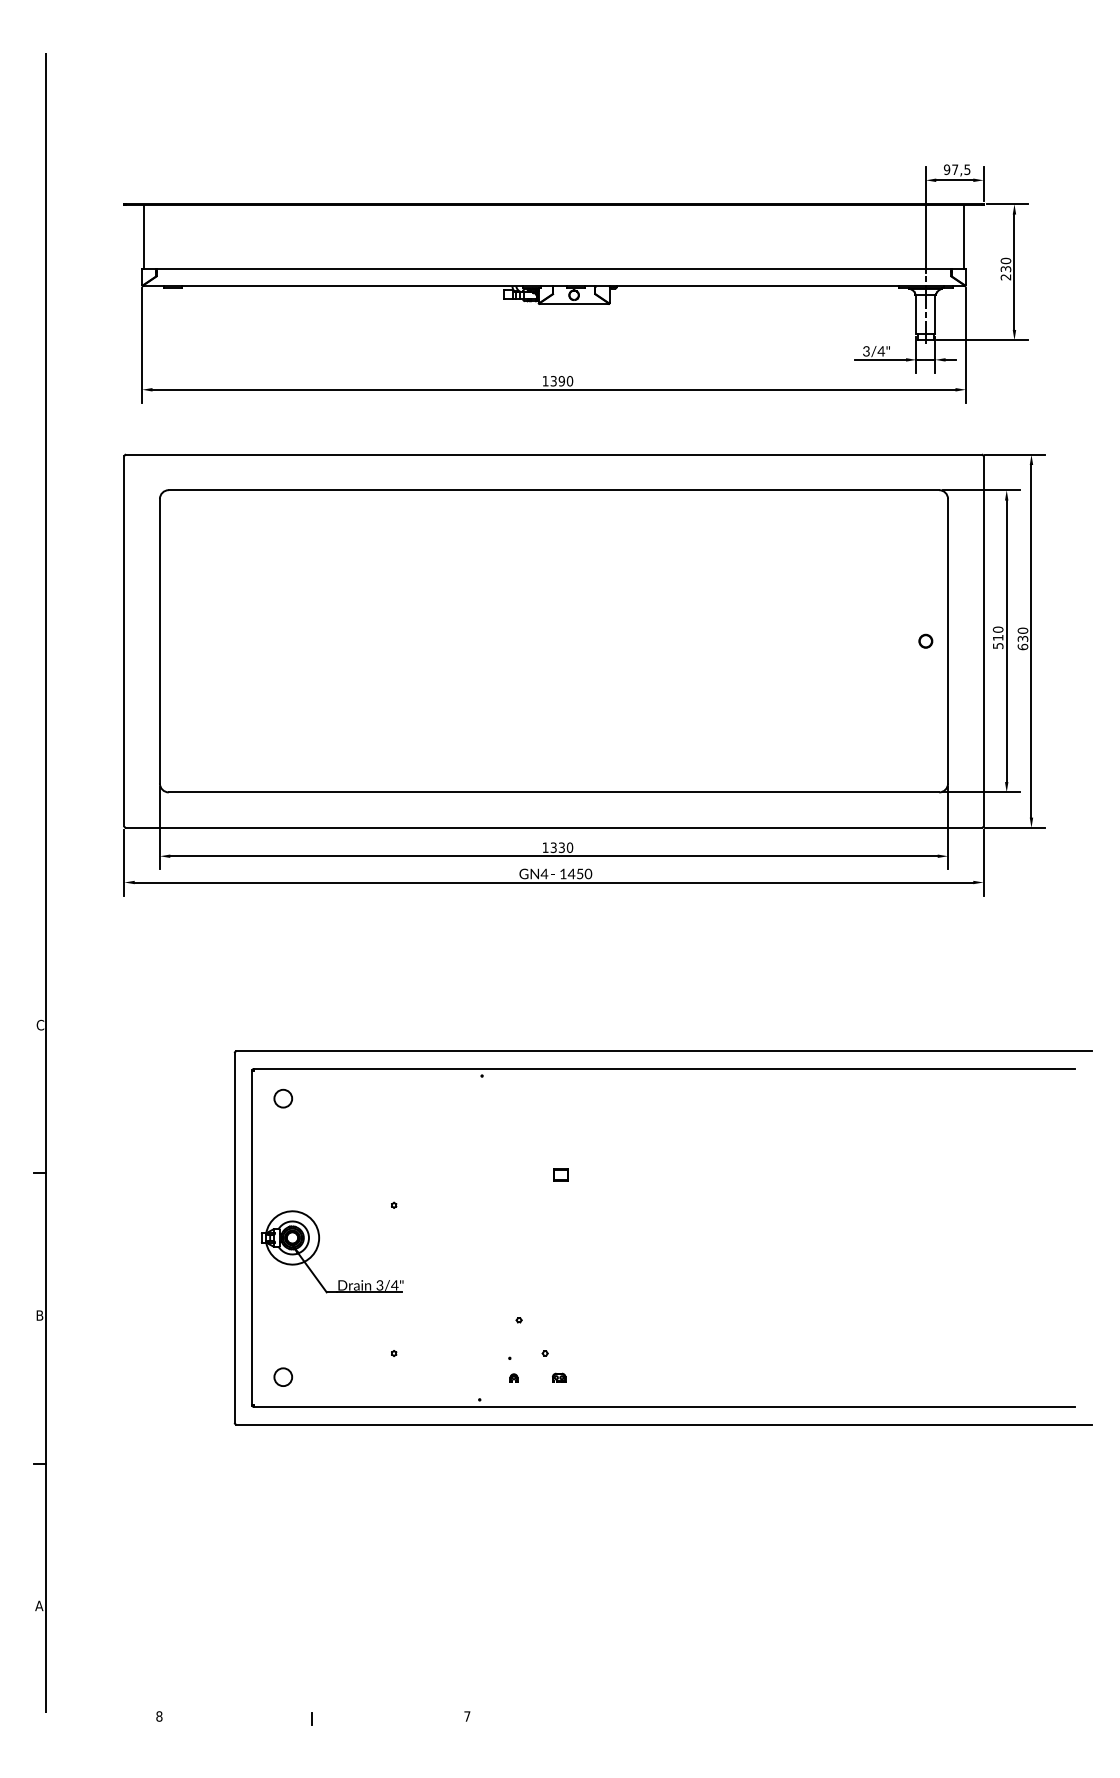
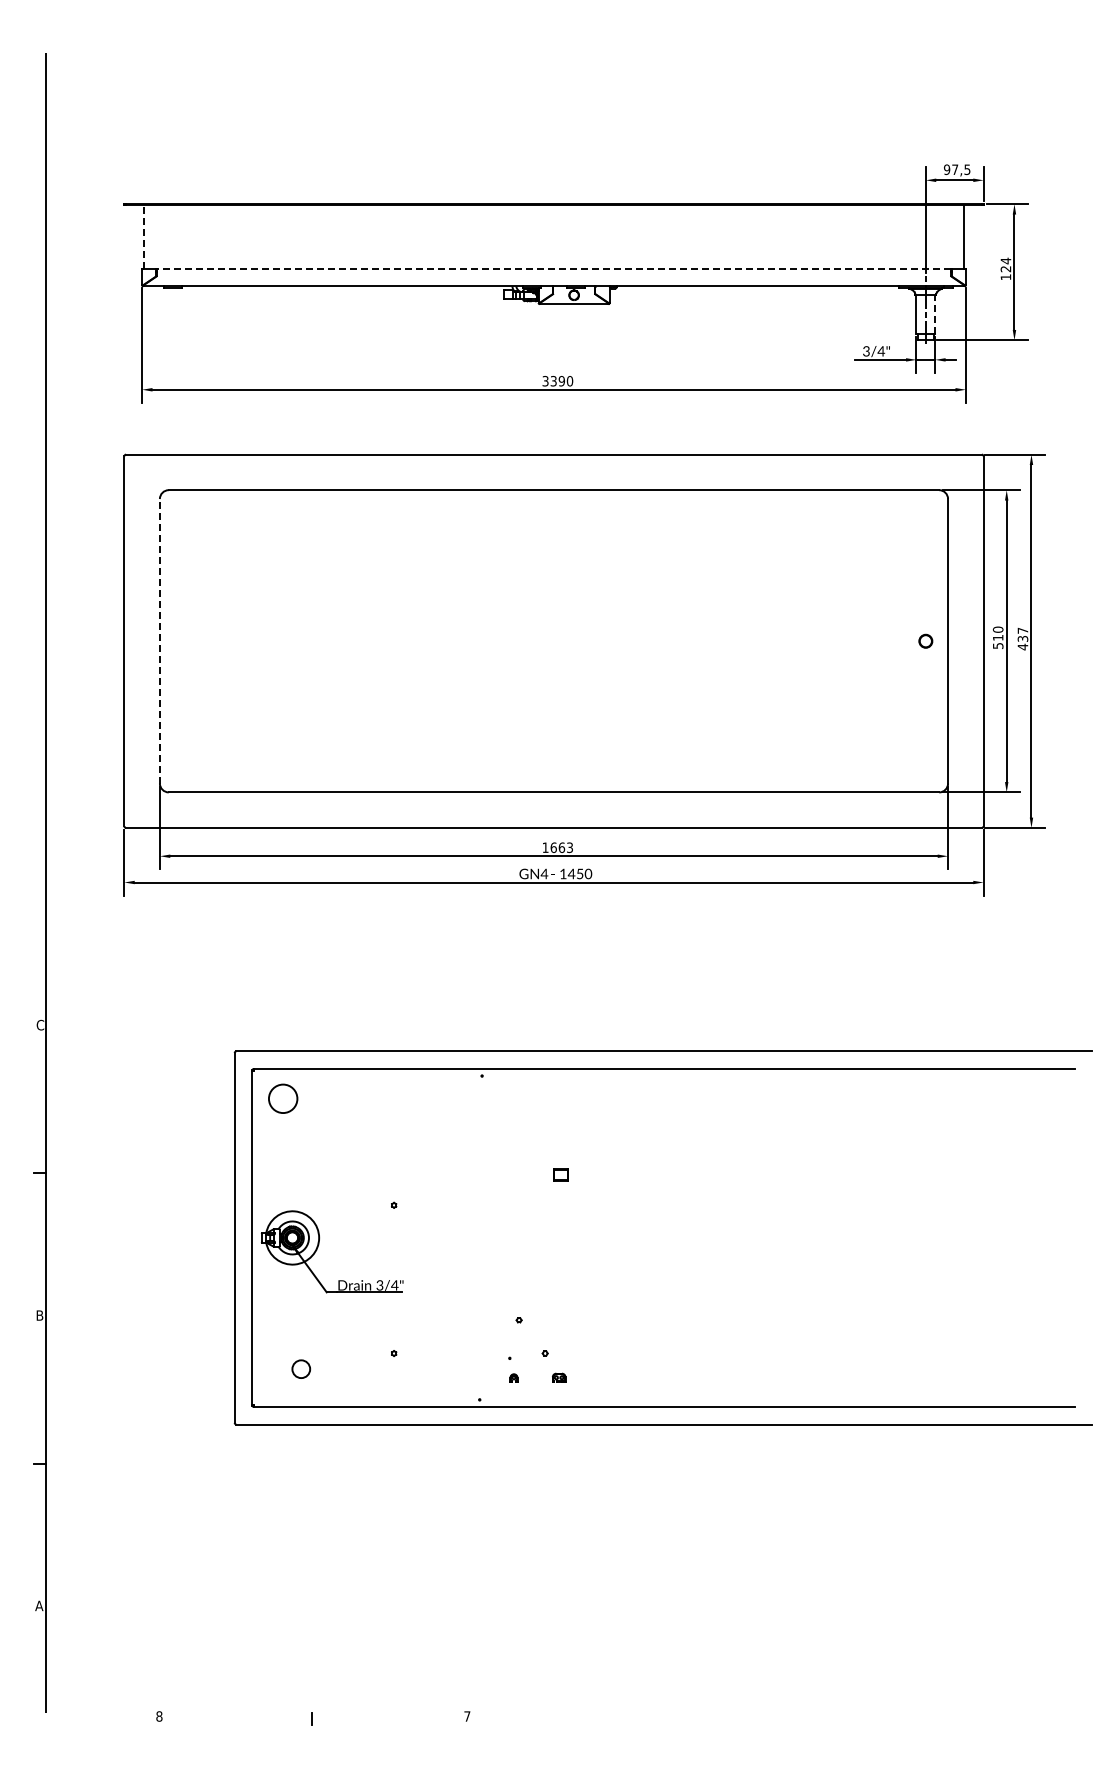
line at (143, 236): solid -> dashed
line at (553, 268): solid -> dashed
text at (1005, 268): 230 -> 124
line at (935, 313): solid -> dashed
text at (545, 381): 1390 -> 3390
text at (1022, 638): 630 -> 437
line at (159, 640): solid -> dashed
text at (561, 847): 1330 -> 1663
circle at (283, 1098) size: 21x21 px -> 31x31 px
circle at (283, 1376) position: (283, 1376) -> (301, 1368)
